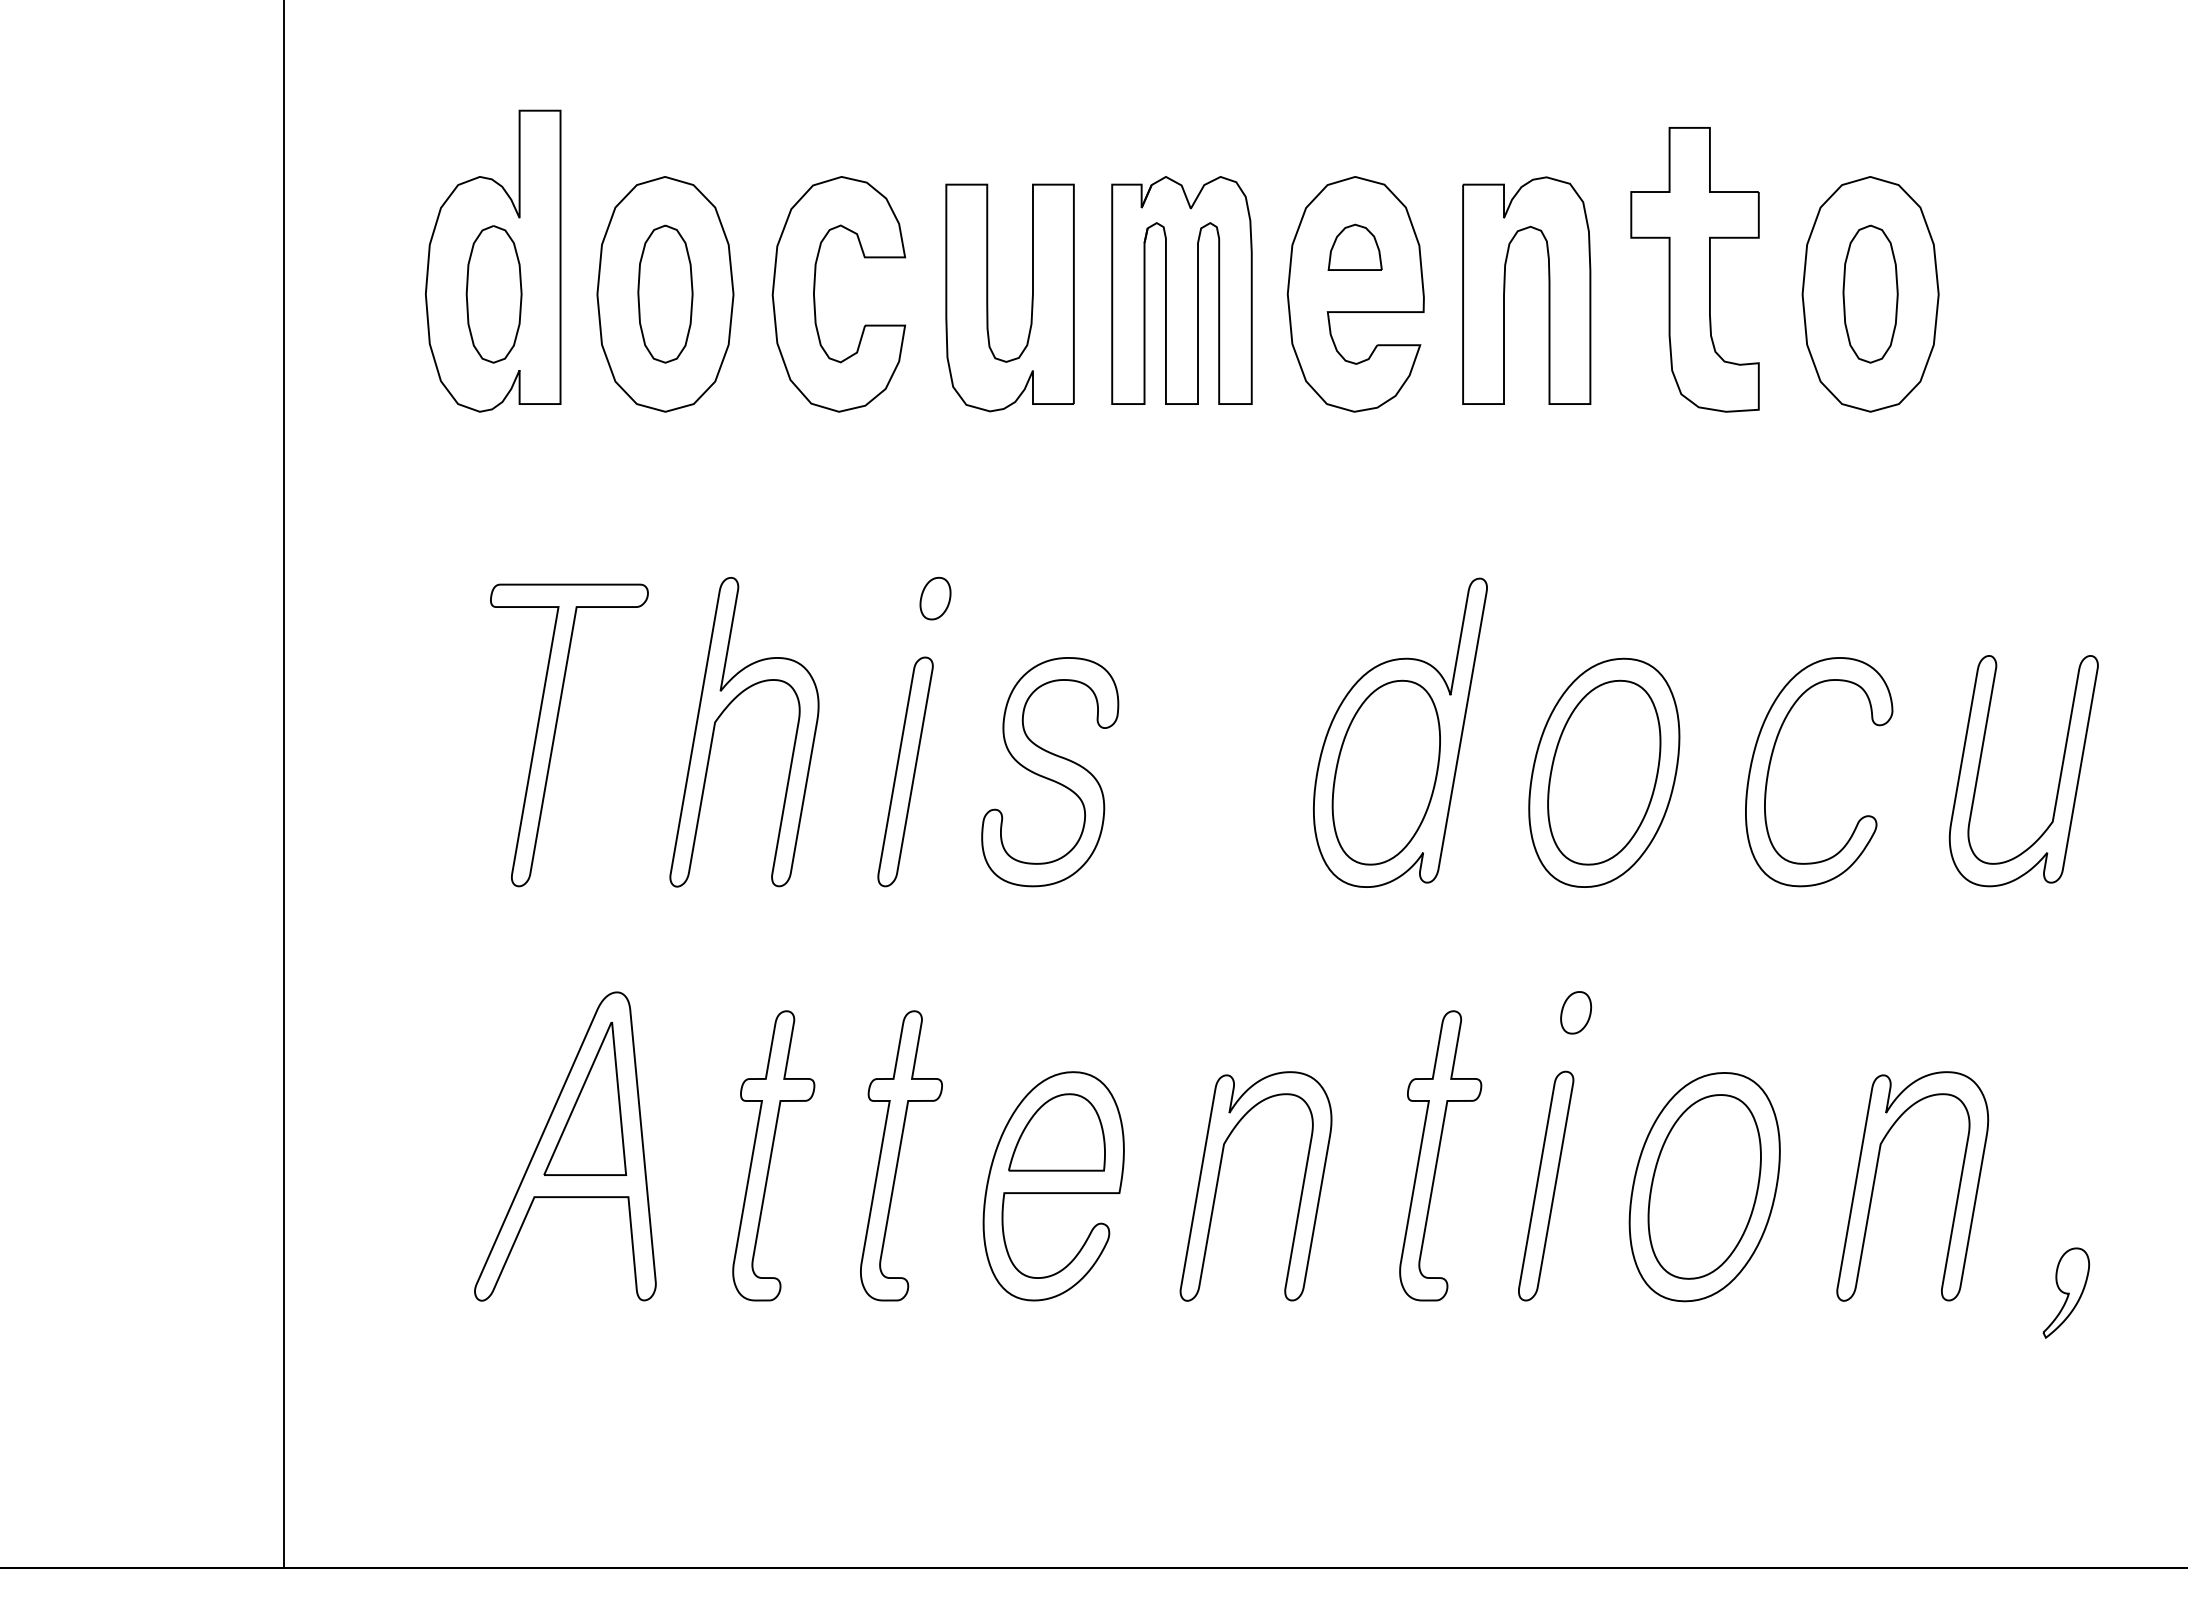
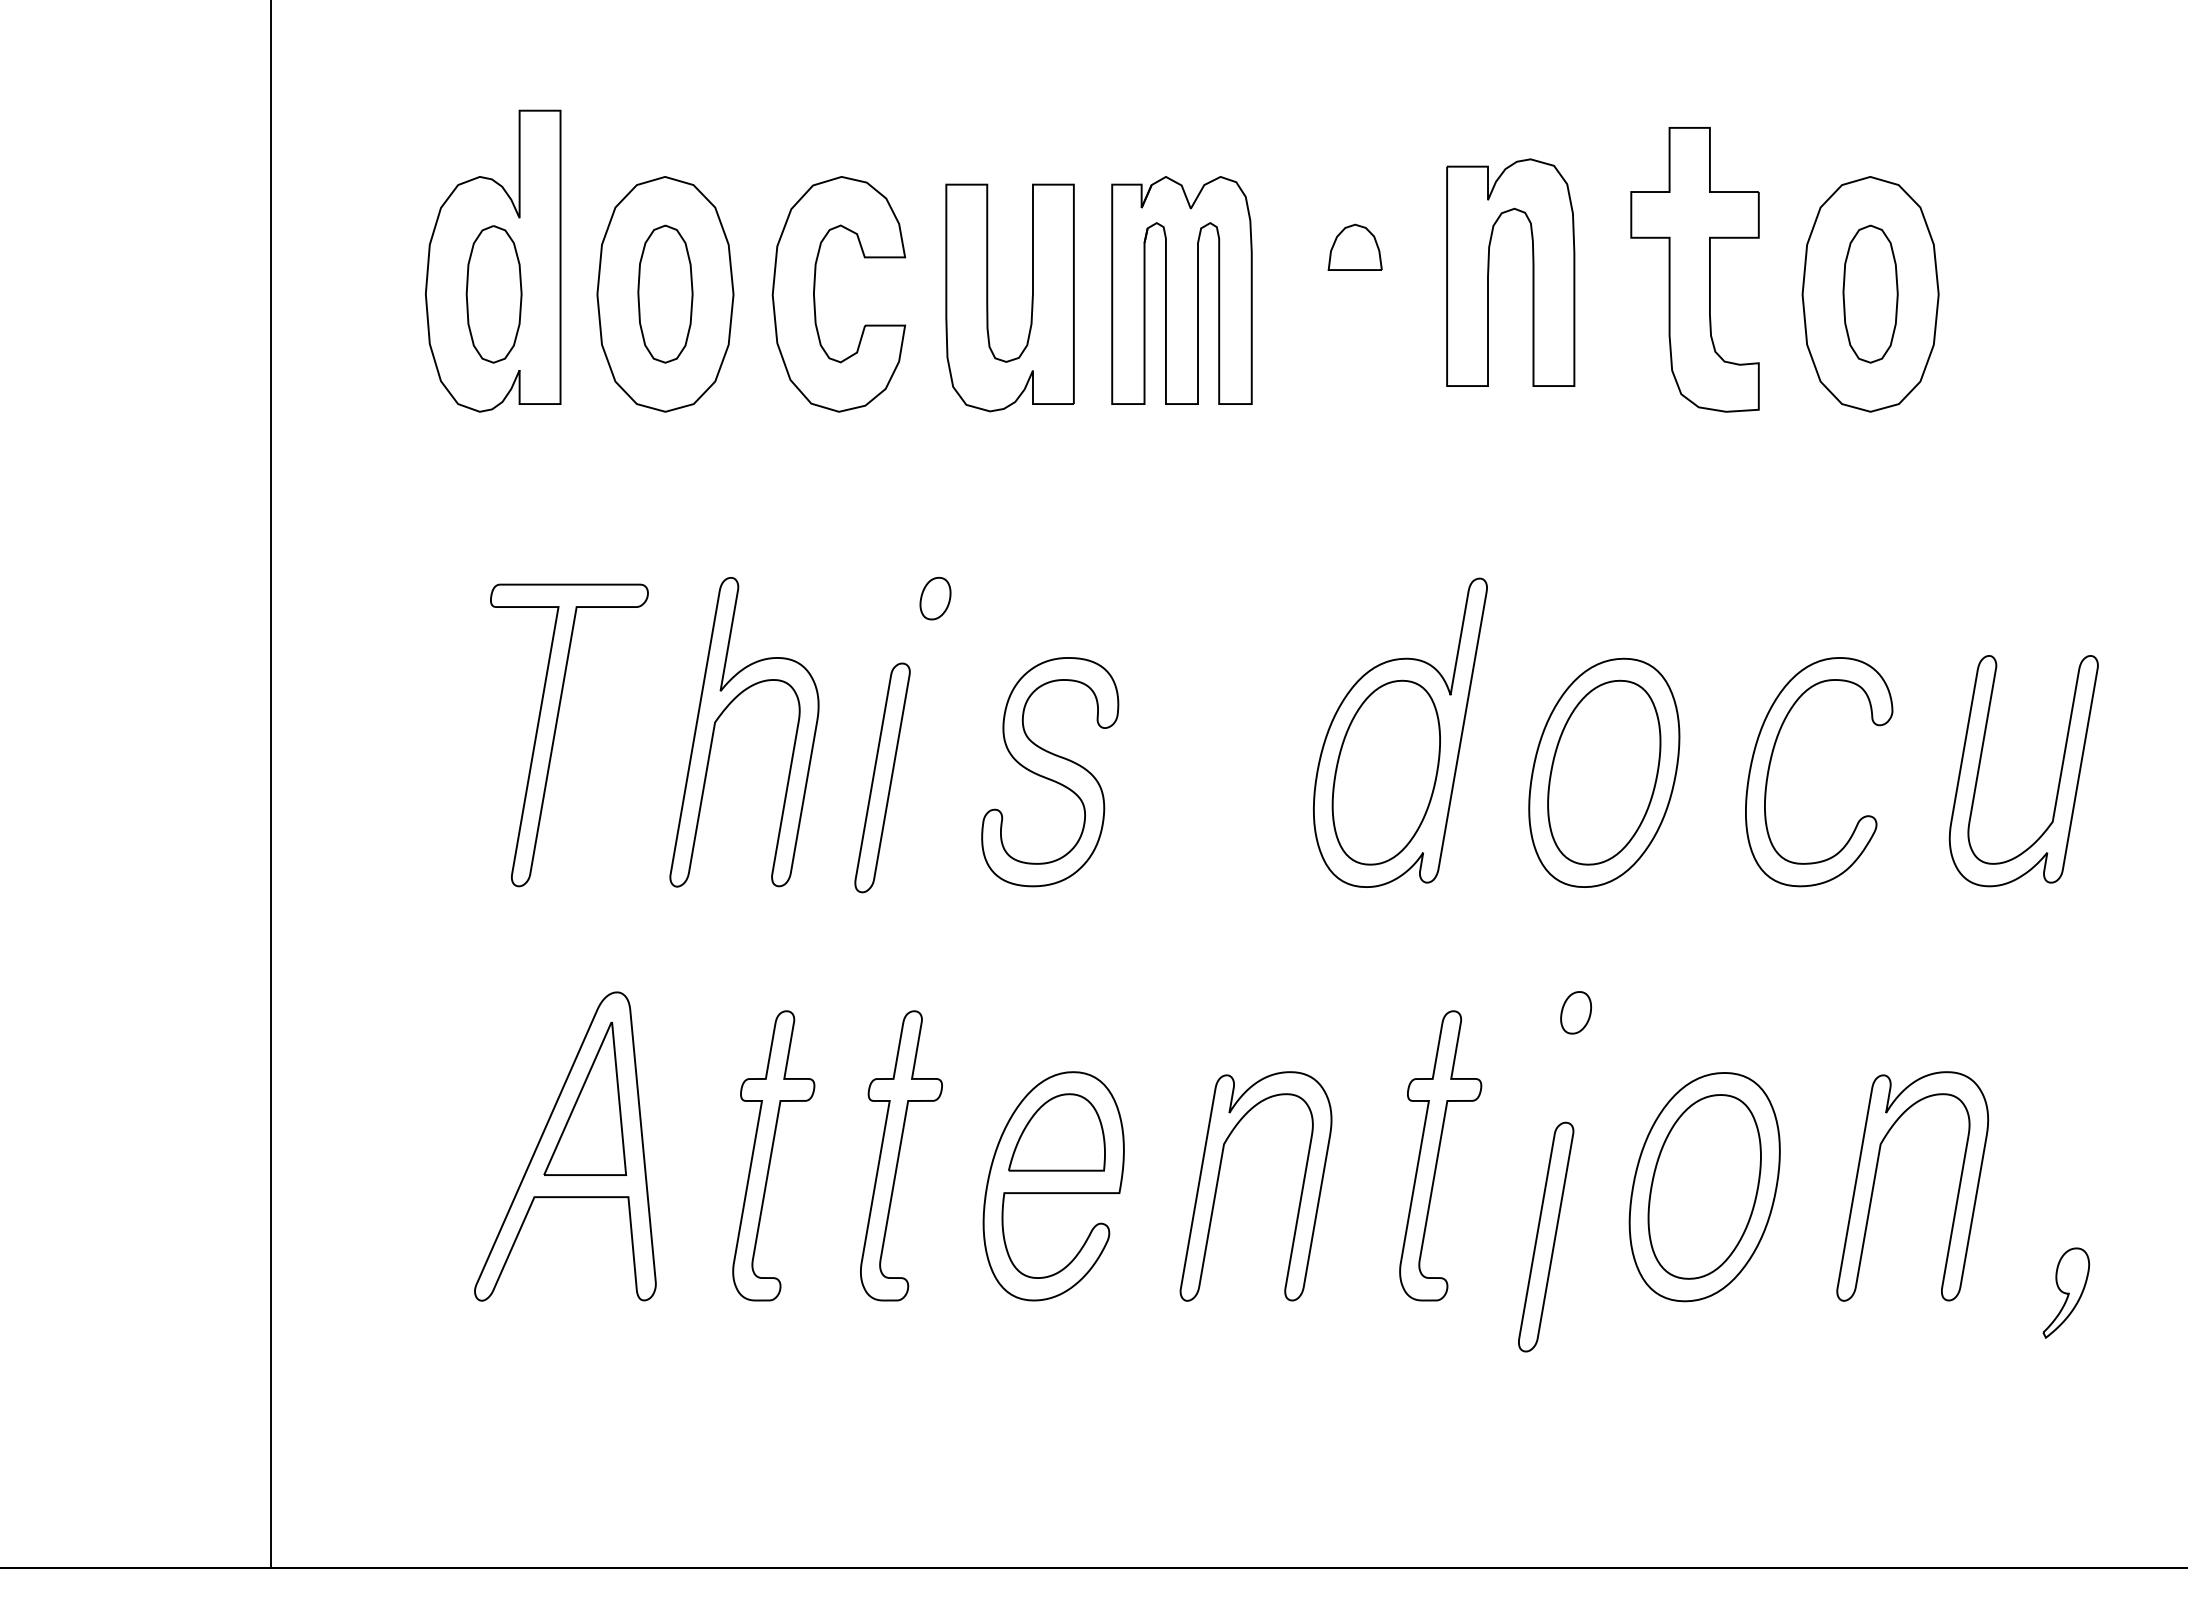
part at (1505, 290) position: (1505, 290) -> (1489, 272)
part at (1355, 294): present -> none
part at (905, 771) position: (905, 771) -> (882, 777)
line at (283, 785) position: (283, 785) -> (270, 785)
part at (1546, 1185) position: (1546, 1185) -> (1546, 1236)
